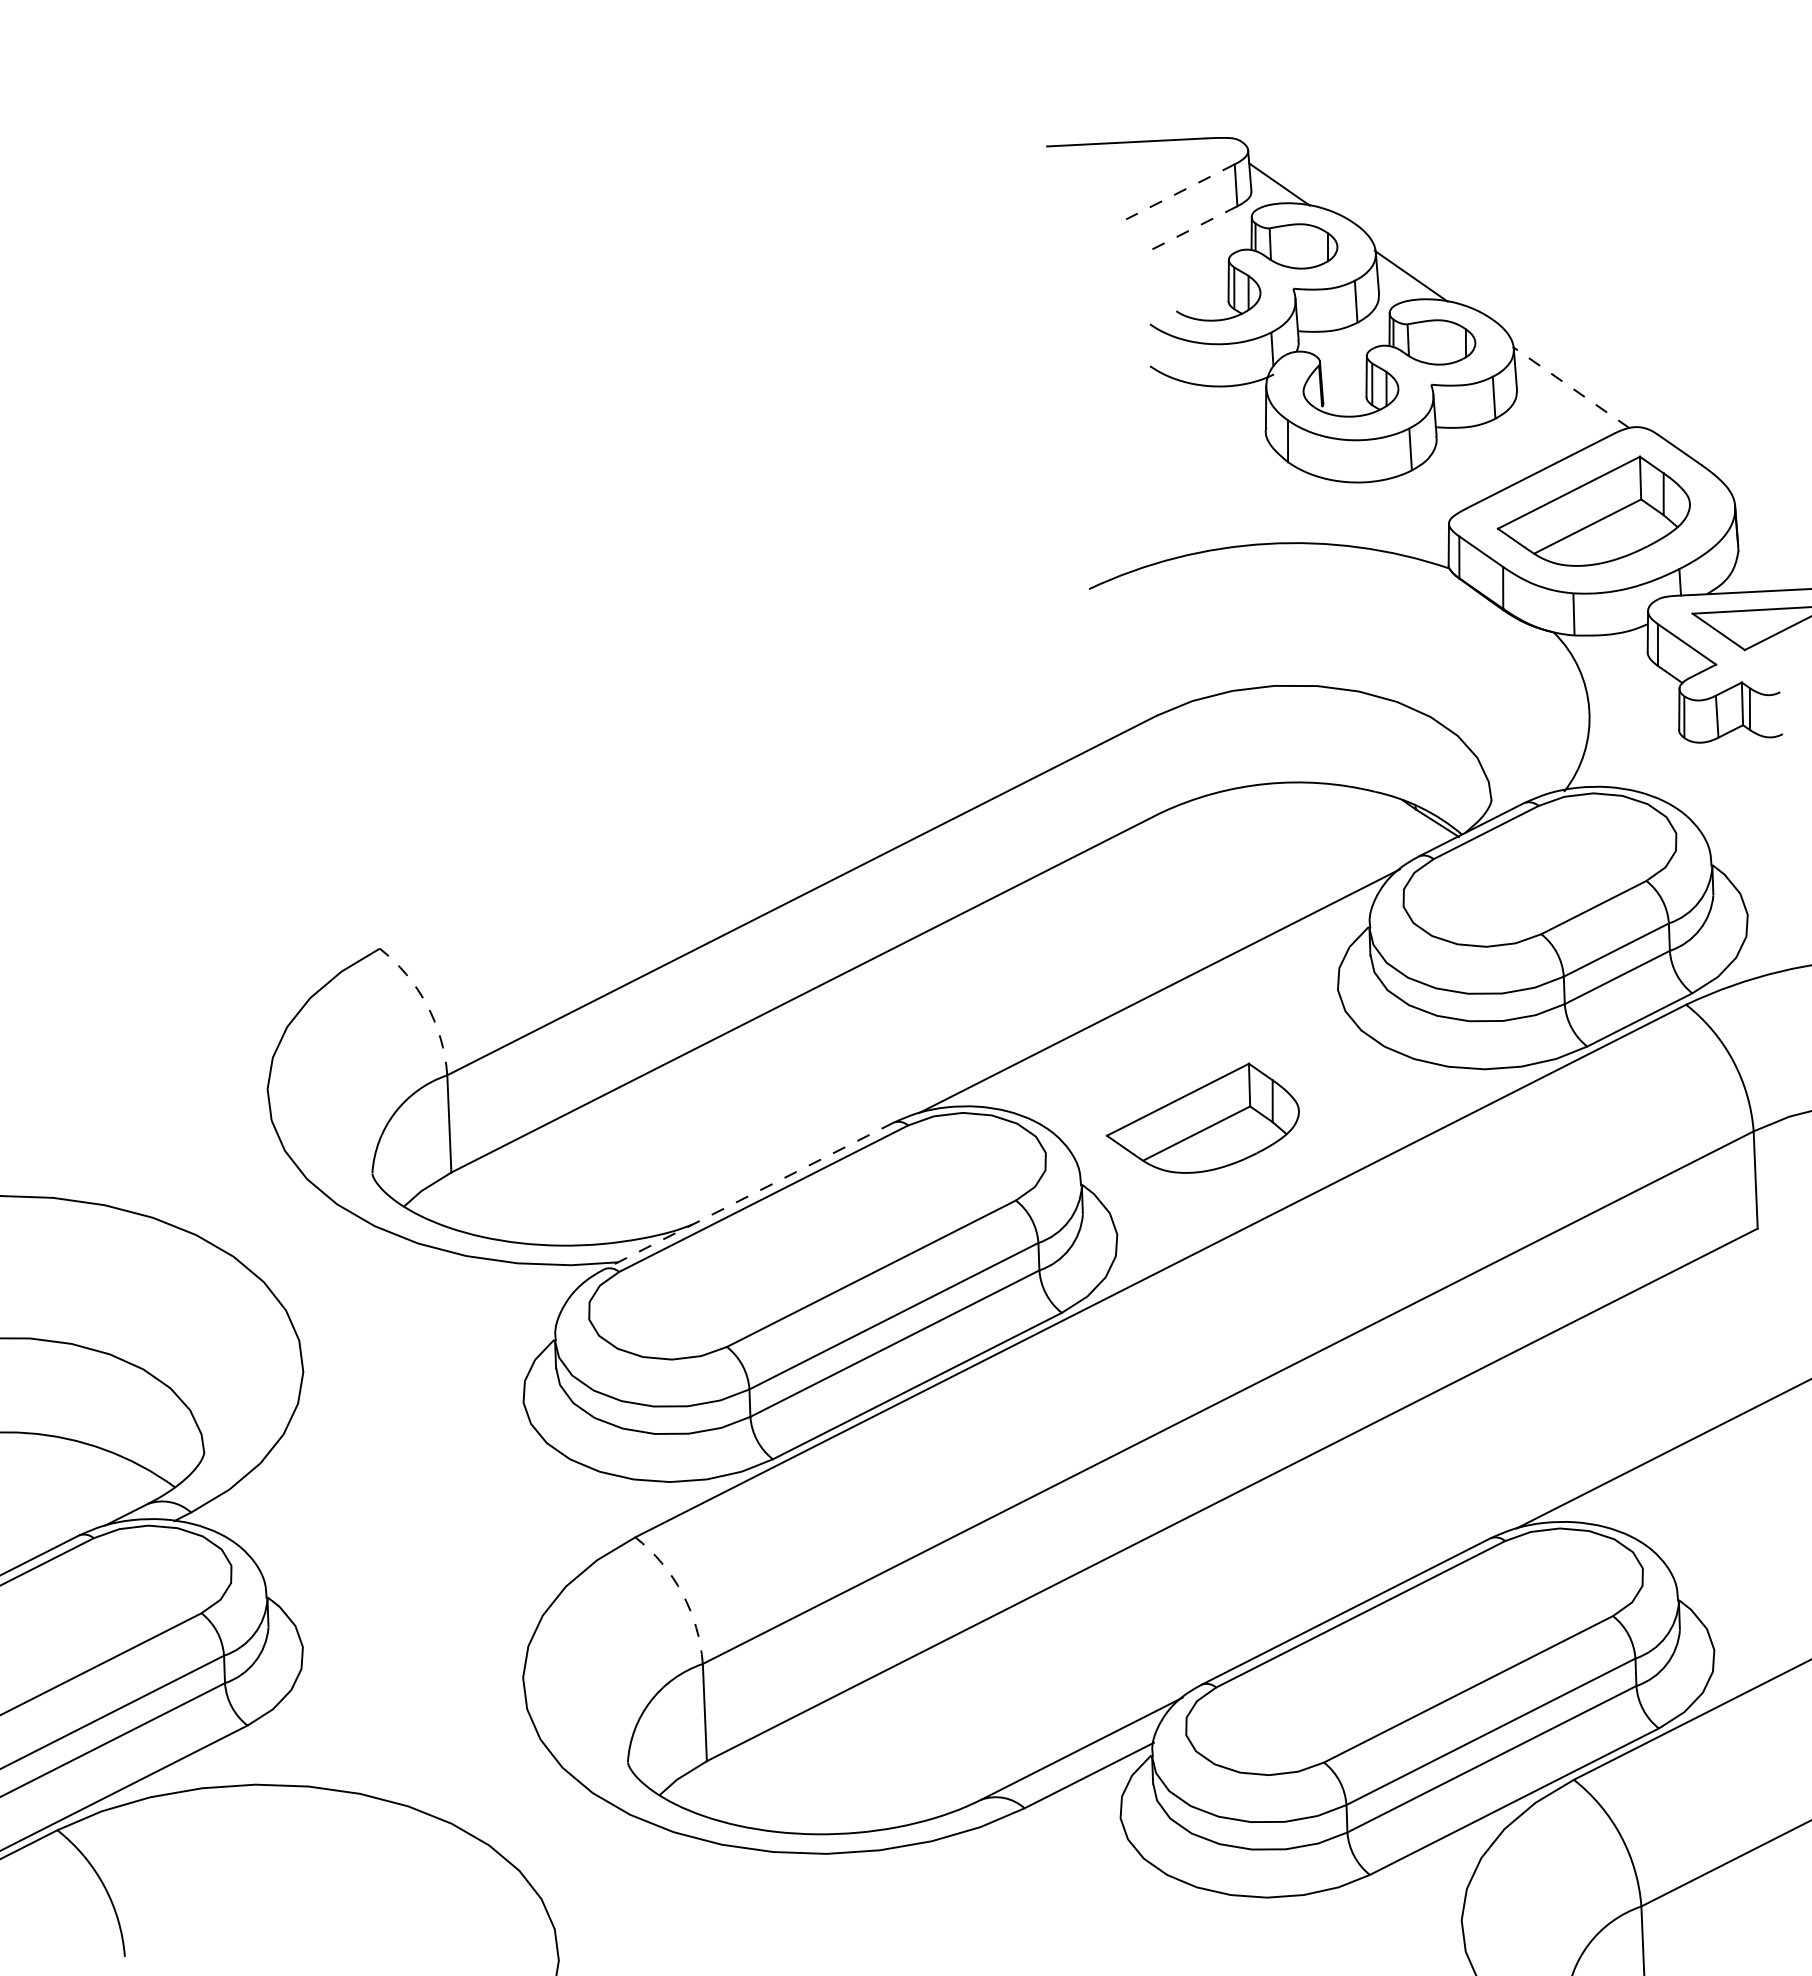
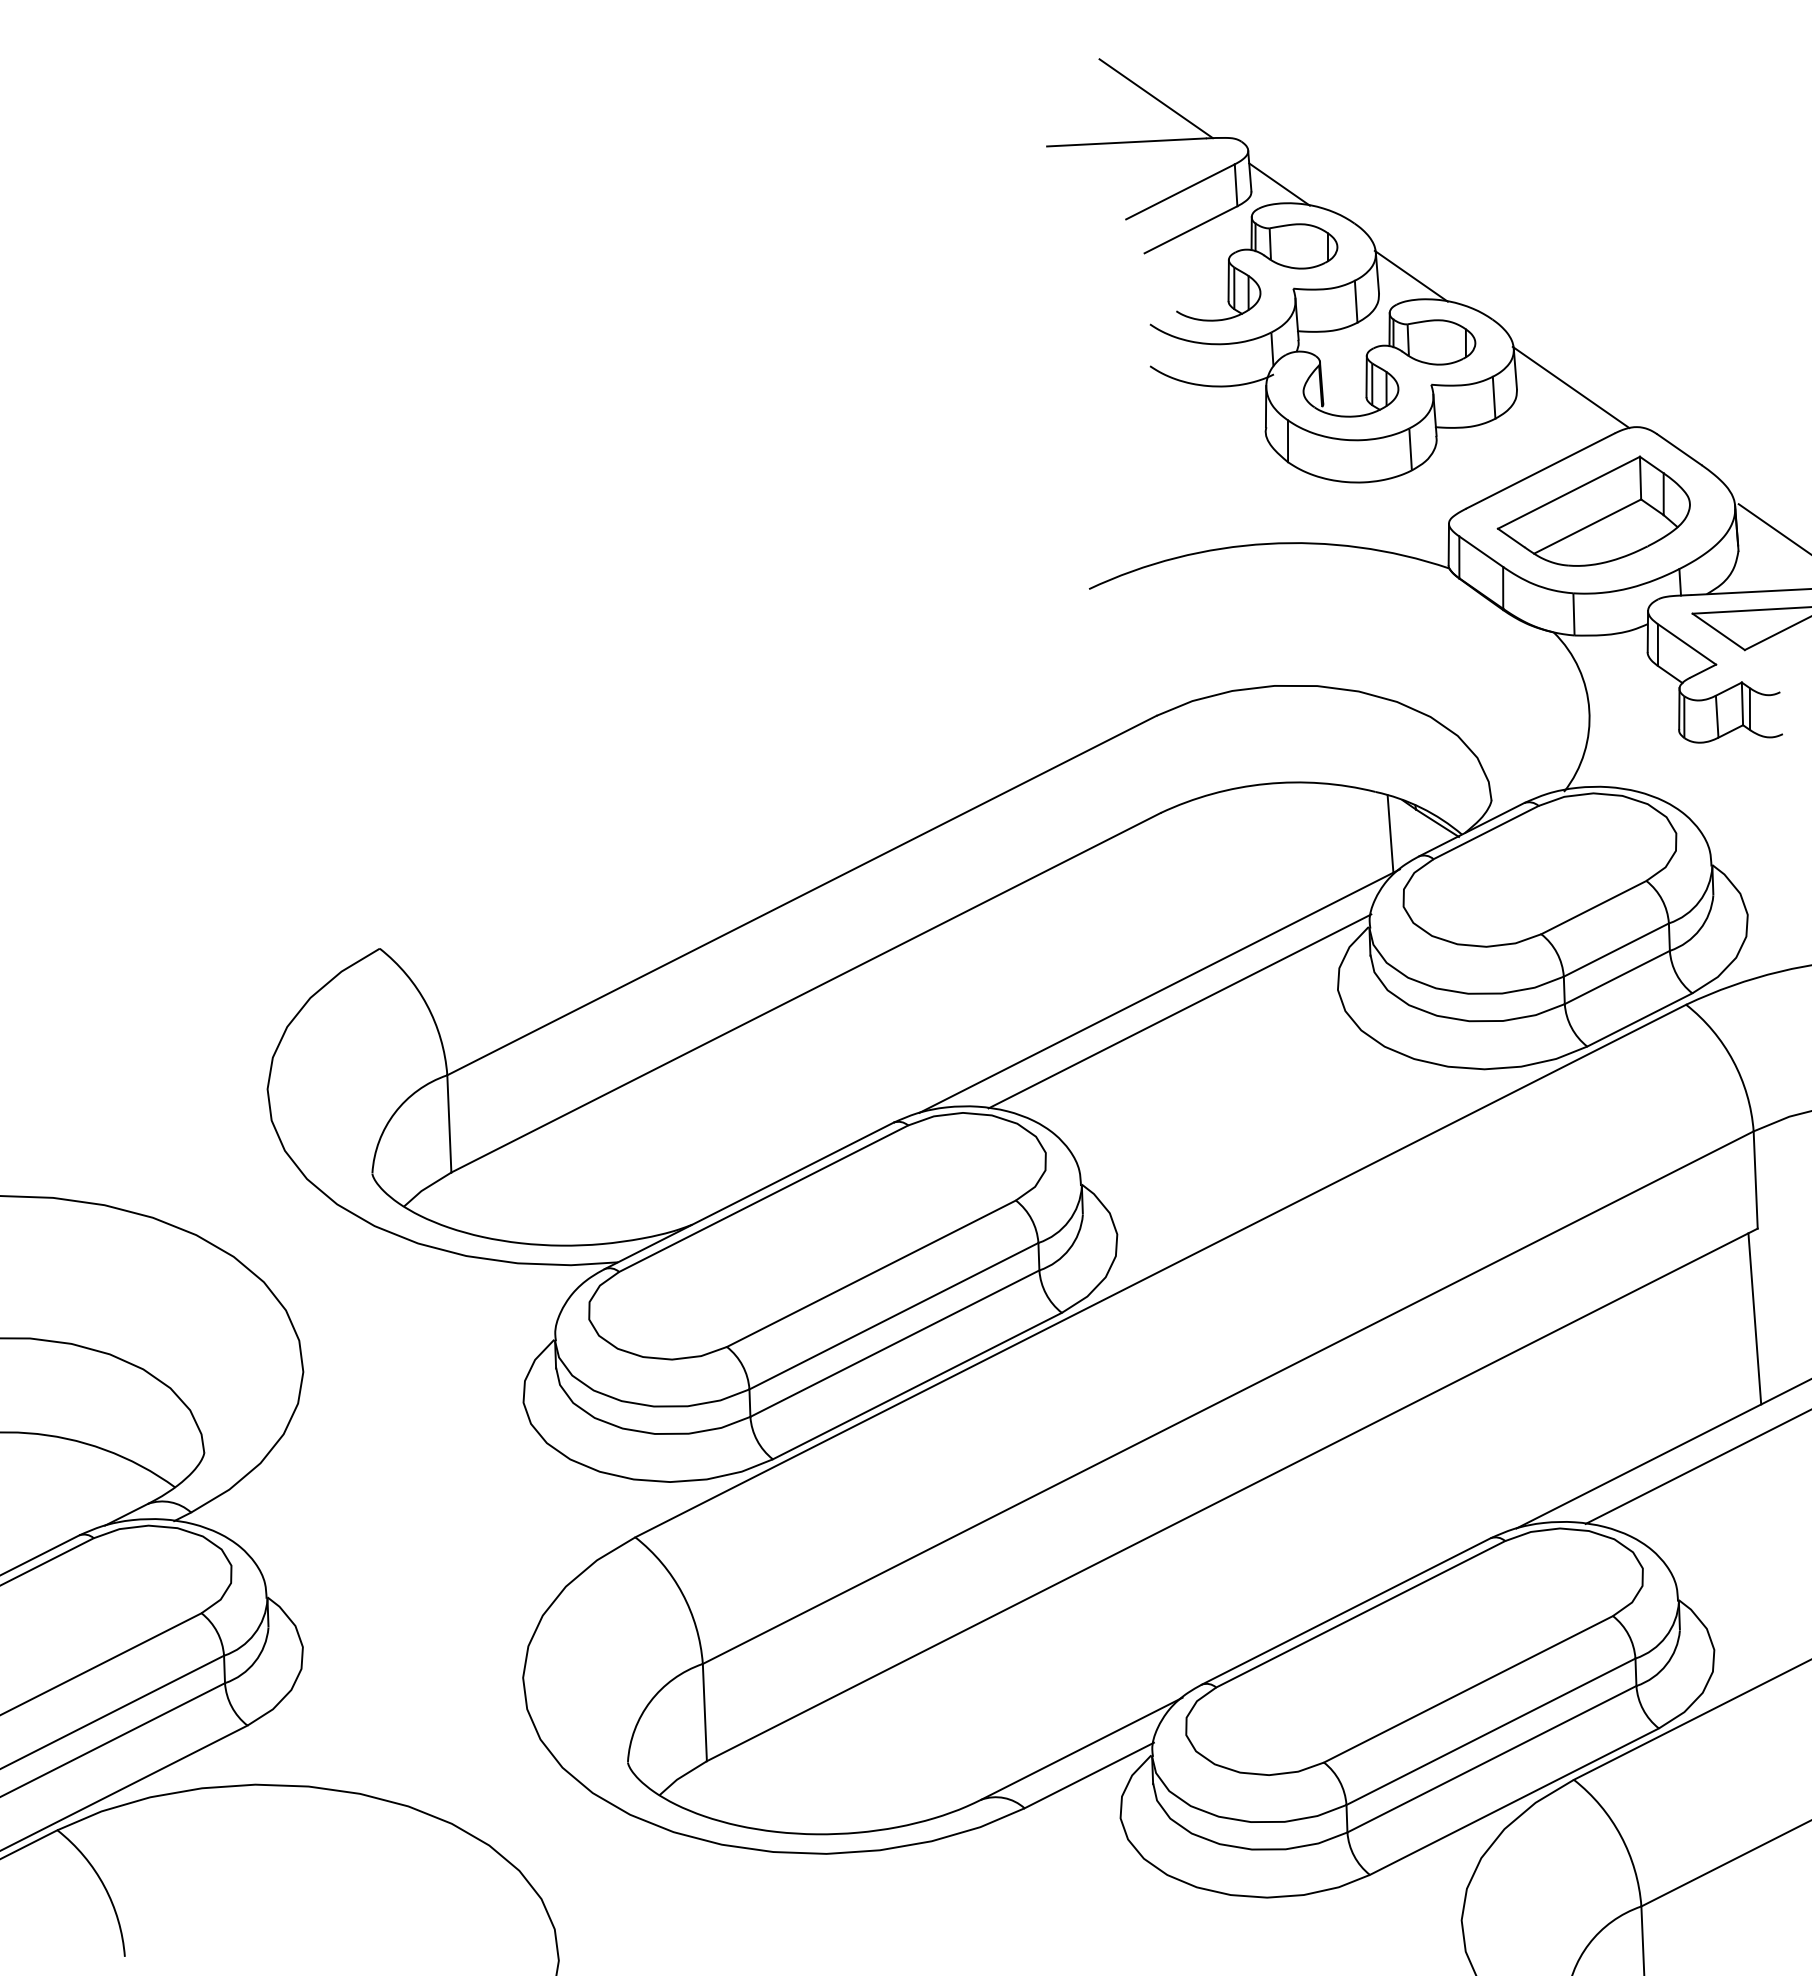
line at (1155, 98): none -> present
line at (1180, 191): dashed -> solid
line at (1190, 230): dashed -> solid
line at (1570, 387): dashed -> solid
line at (1773, 528): none -> present
line at (1390, 833): none -> present
arc at (426, 1004): dashed -> solid
line at (1179, 1011): none -> present
part at (1202, 1117): present -> none
line at (749, 1195): dashed -> solid
line at (1754, 1318): none -> present
line at (1696, 1466): none -> present
arc at (682, 1593): dashed -> solid
